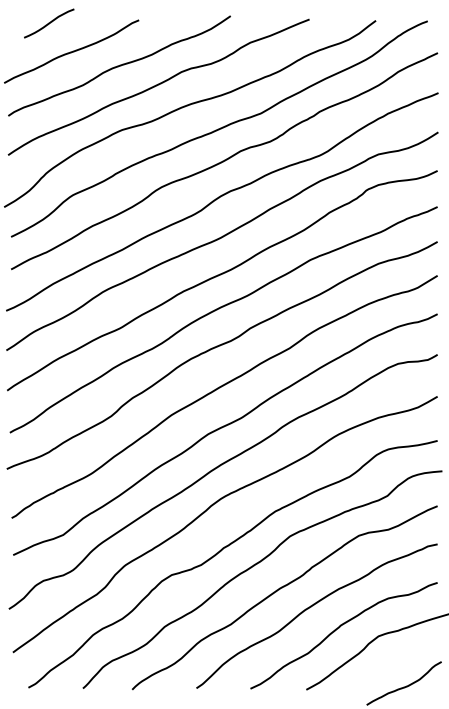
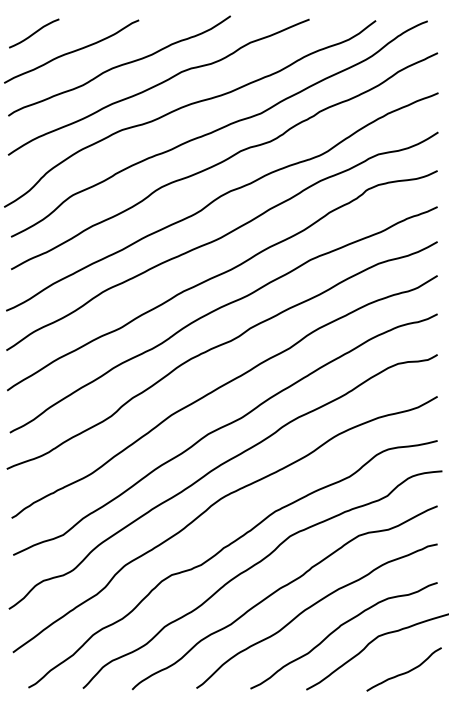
curve at (49, 23) position: (49, 23) -> (34, 33)
curve at (403, 686) position: (403, 686) -> (403, 672)
